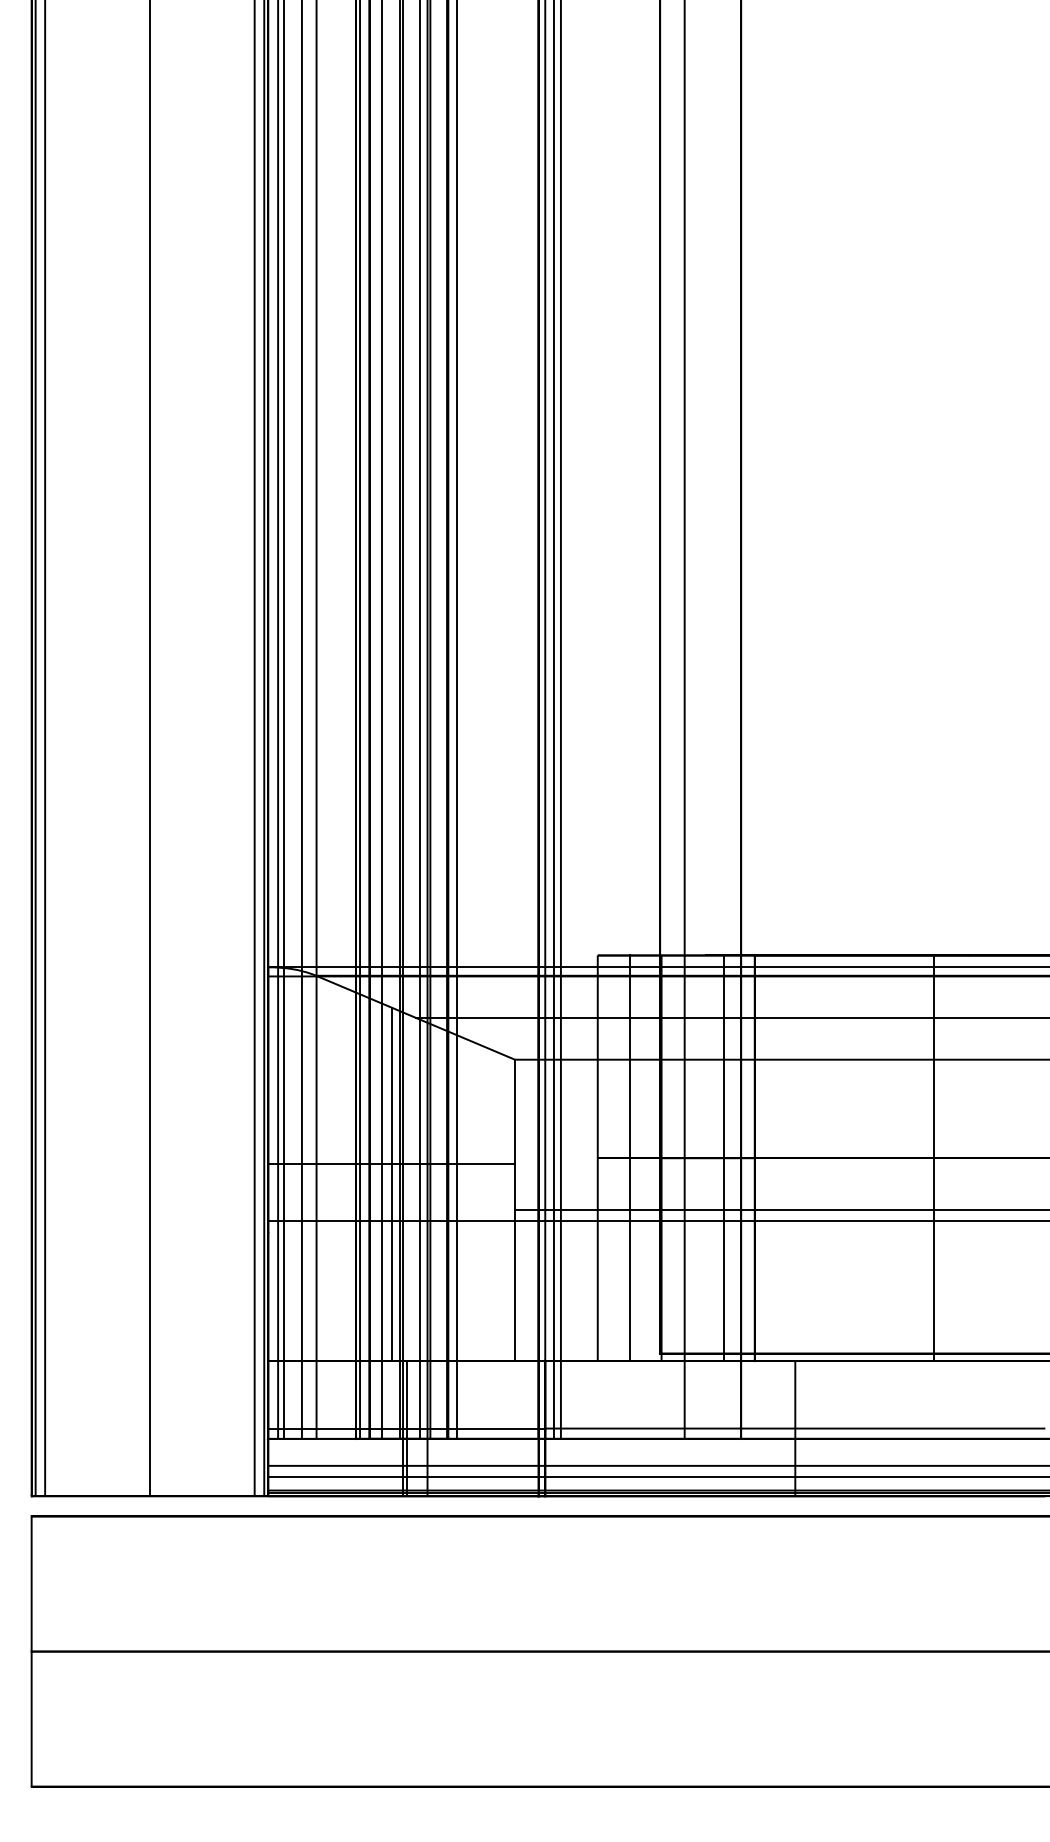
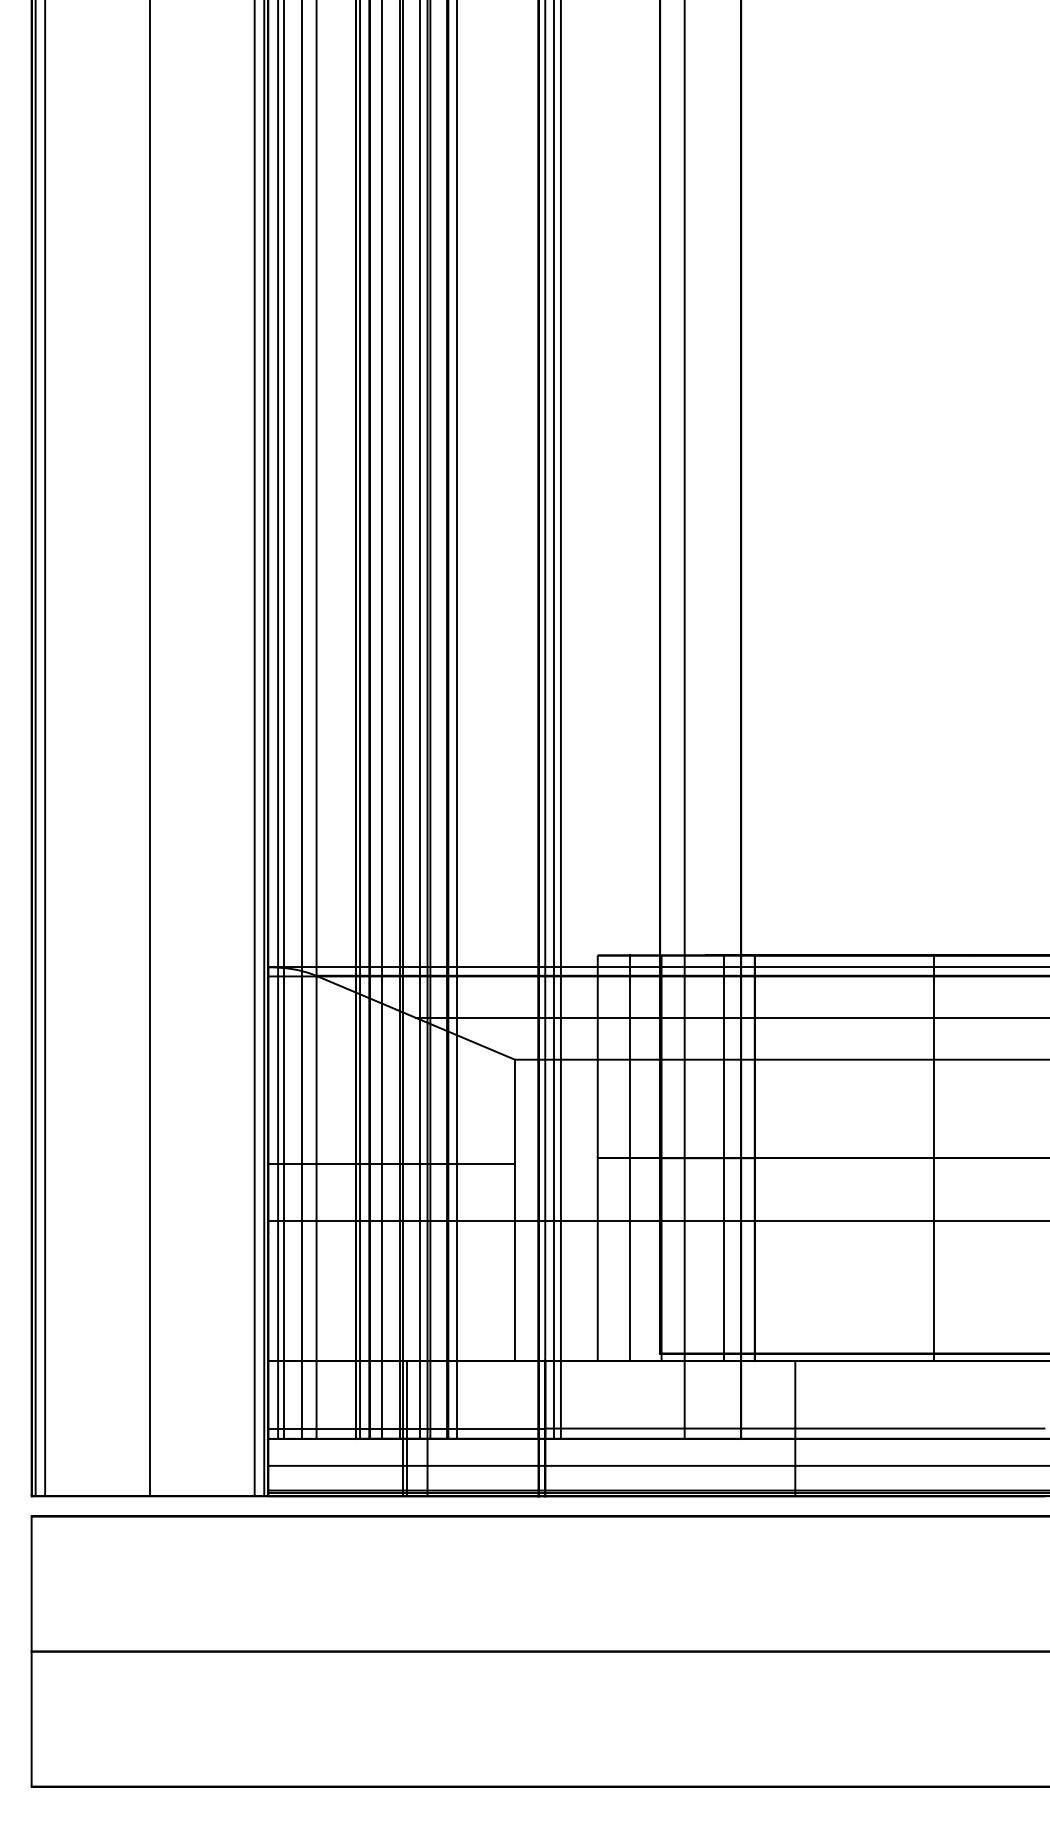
line at (391, 1183): present -> none
line at (780, 1210): present -> none
line at (657, 1477): present -> none
